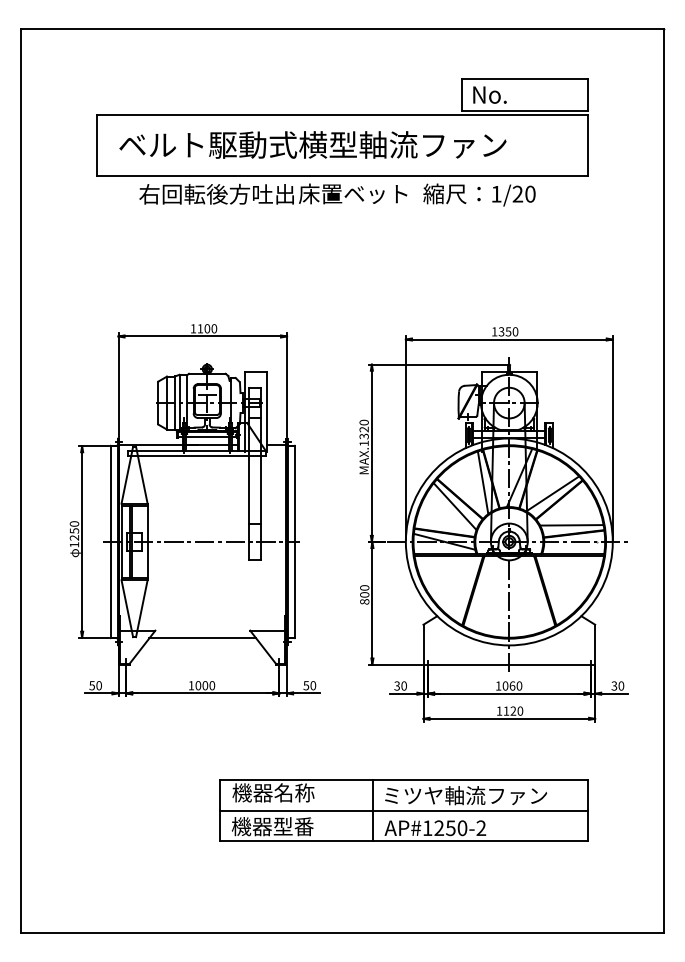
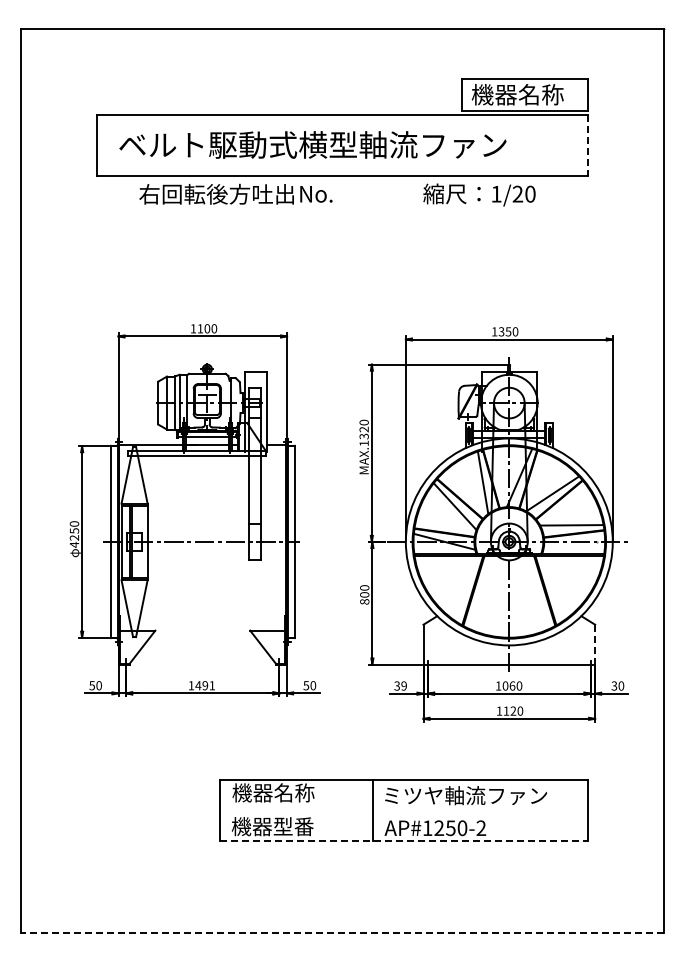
text at (517, 94): No. -> 機器名称
line at (587, 145): solid -> dashed
text at (352, 193): 床置ベット -> No.
text at (74, 544): 1250 -> 4250
line at (202, 638): present -> none
line at (595, 644): solid -> dashed
text at (205, 685): 1000 -> 1491
text at (403, 685): 30 -> 39
line at (403, 810): present -> none
line at (403, 841): solid -> dashed
line at (342, 933): solid -> dashed
